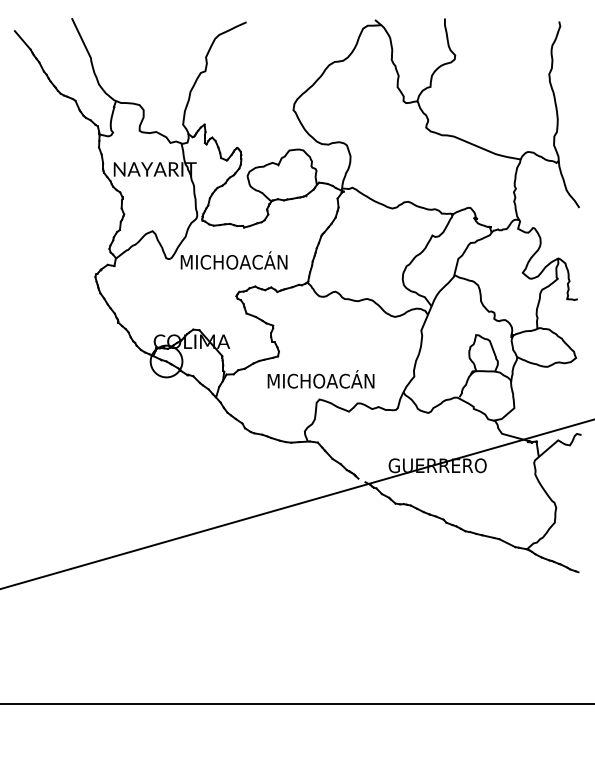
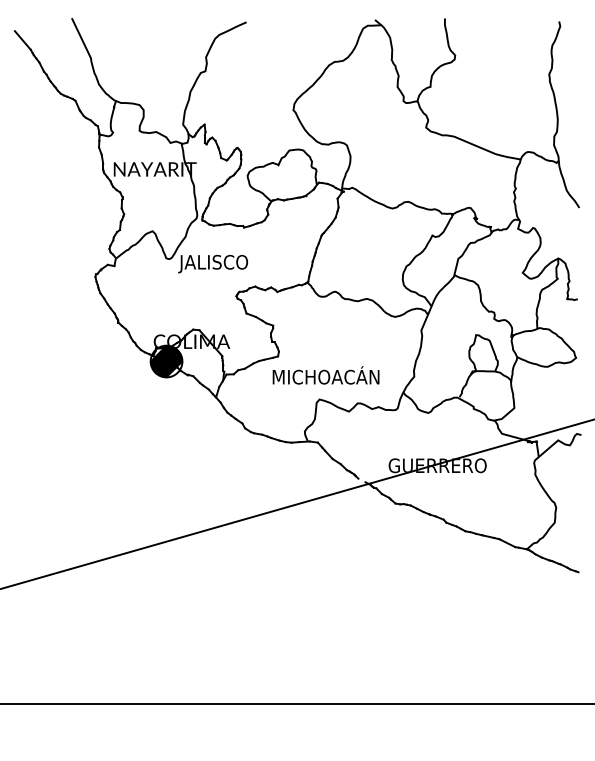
text at (232, 262): MICHOACÁN -> JALISCO
hatch at (166, 361): none -> present
text at (320, 379) position: (320, 379) -> (325, 375)
